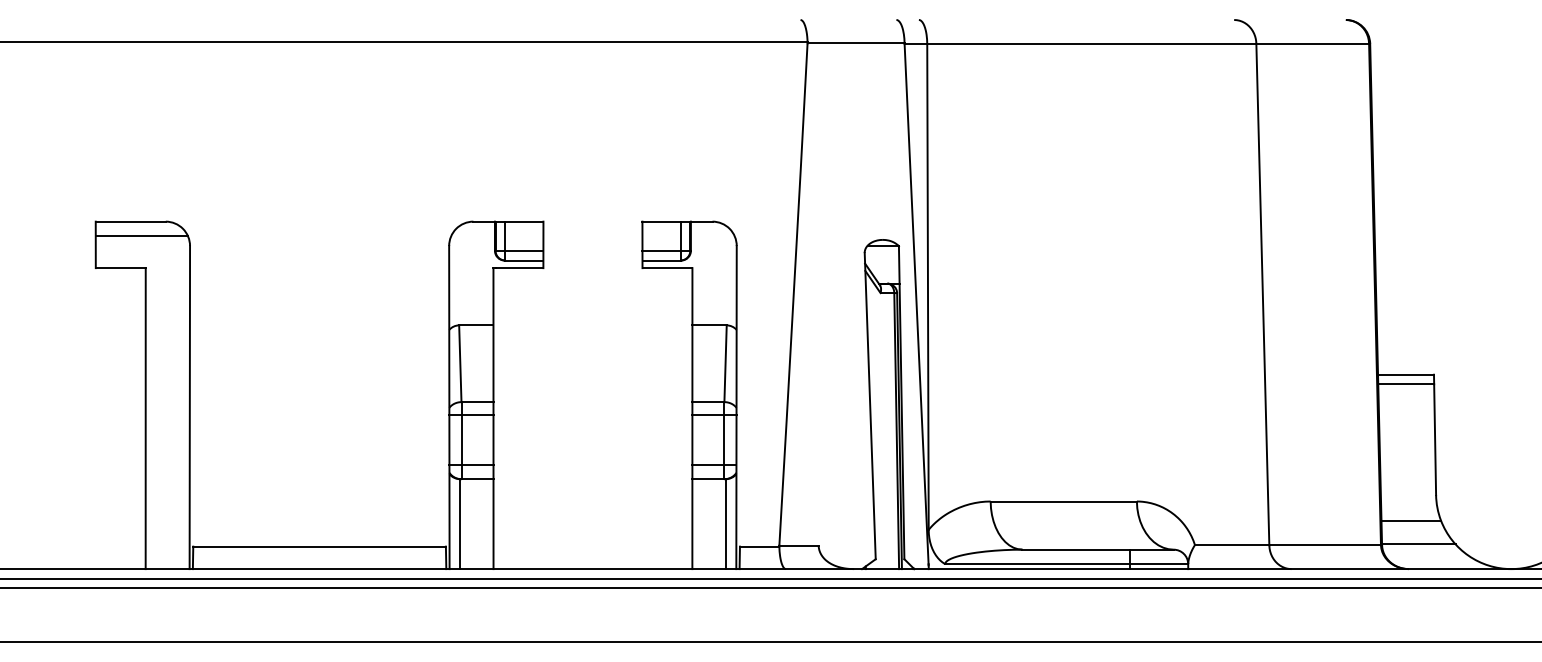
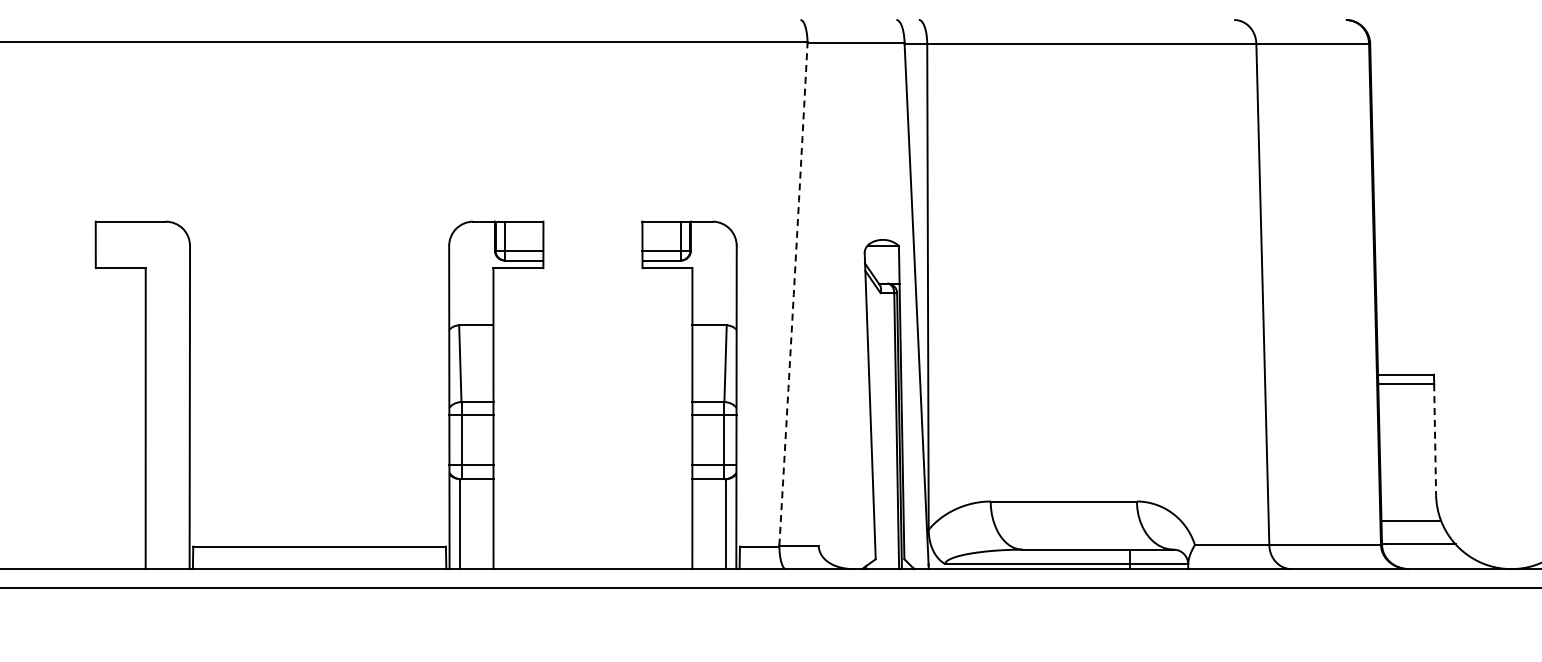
line at (141, 236): present -> none
arc at (793, 294): solid -> dashed
line at (1435, 440): solid -> dashed
line at (770, 578): present -> none
line at (770, 642): present -> none
